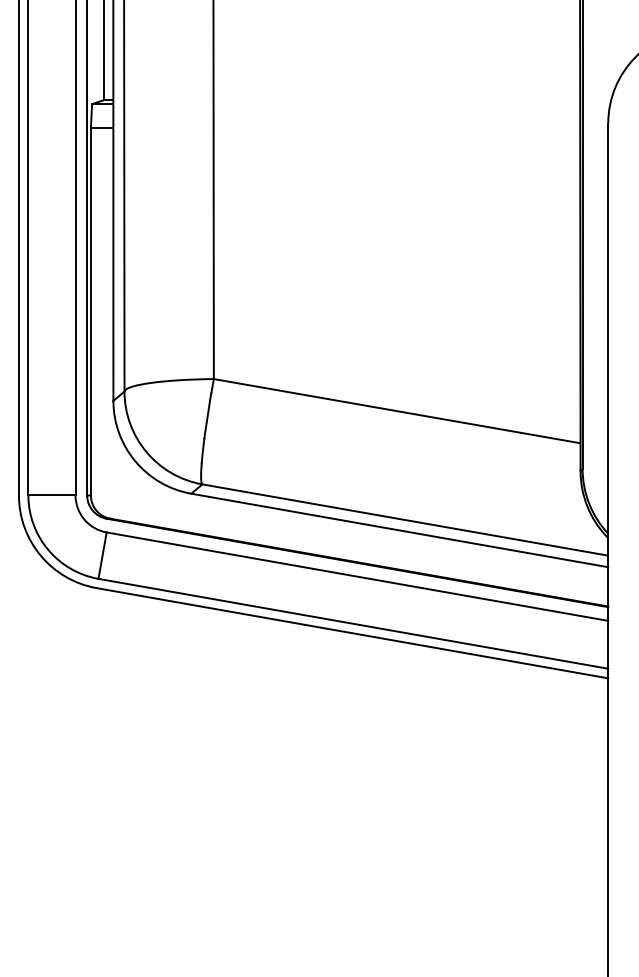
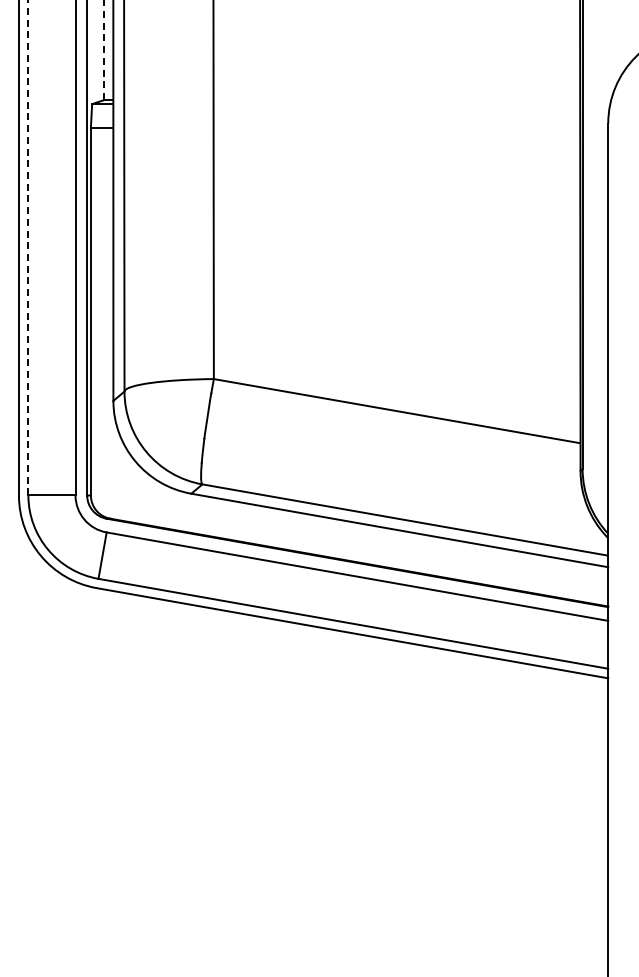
line at (104, 50): solid -> dashed
line at (28, 247): solid -> dashed
